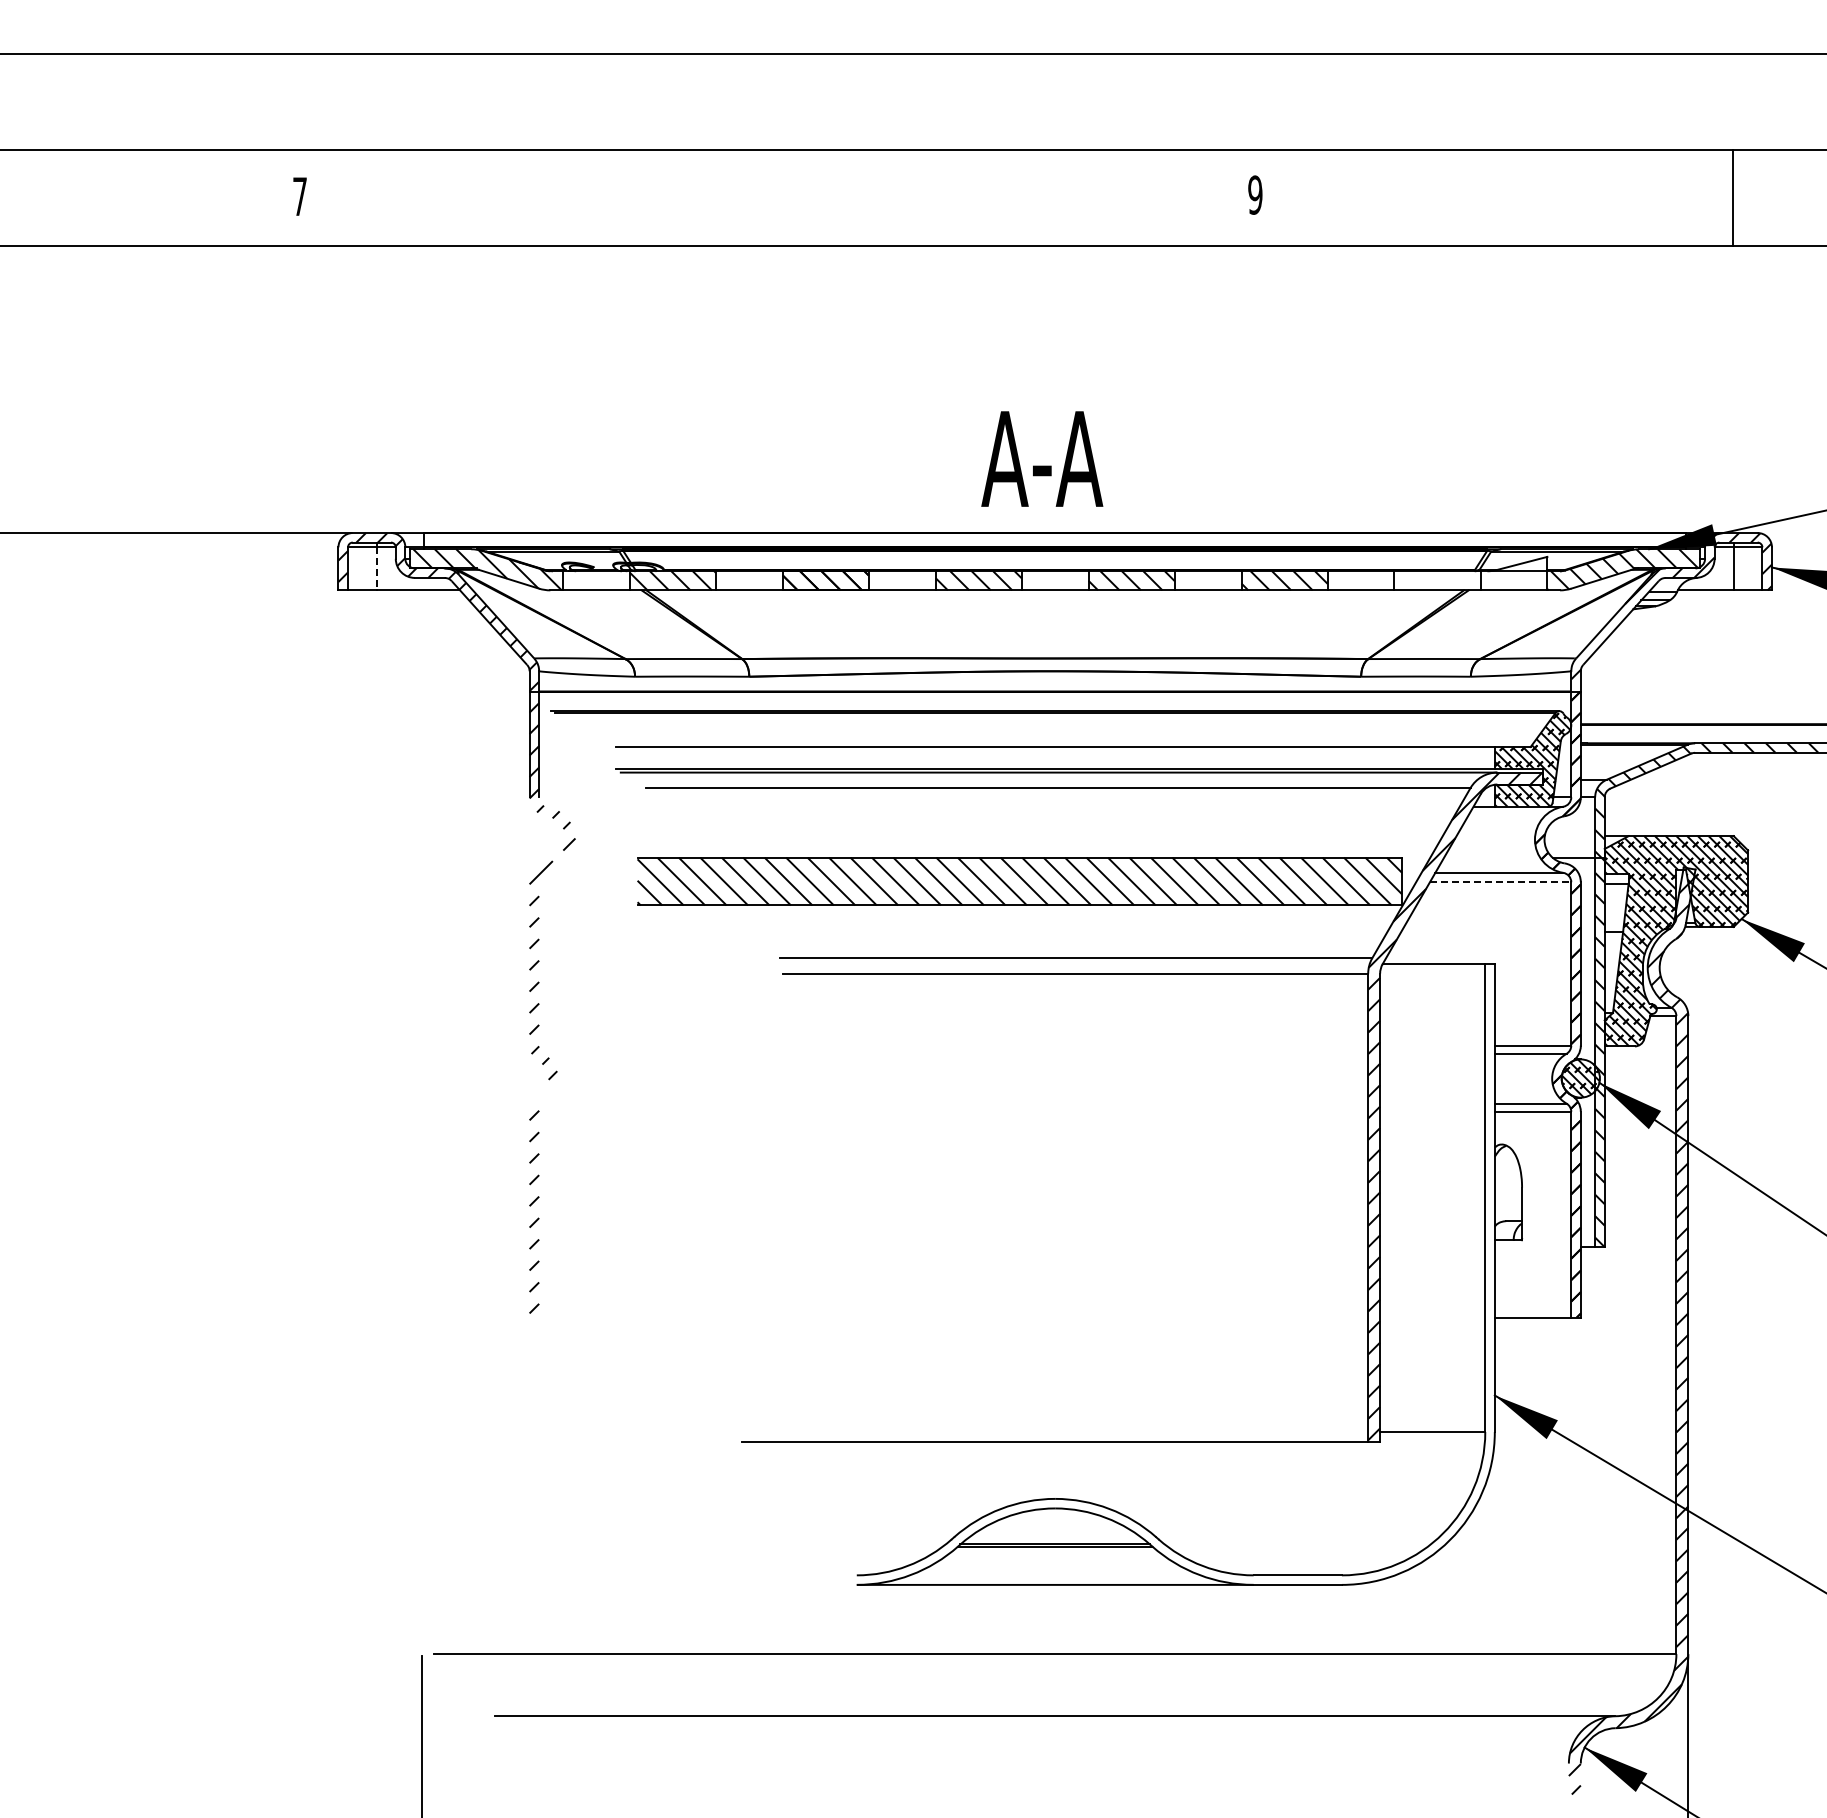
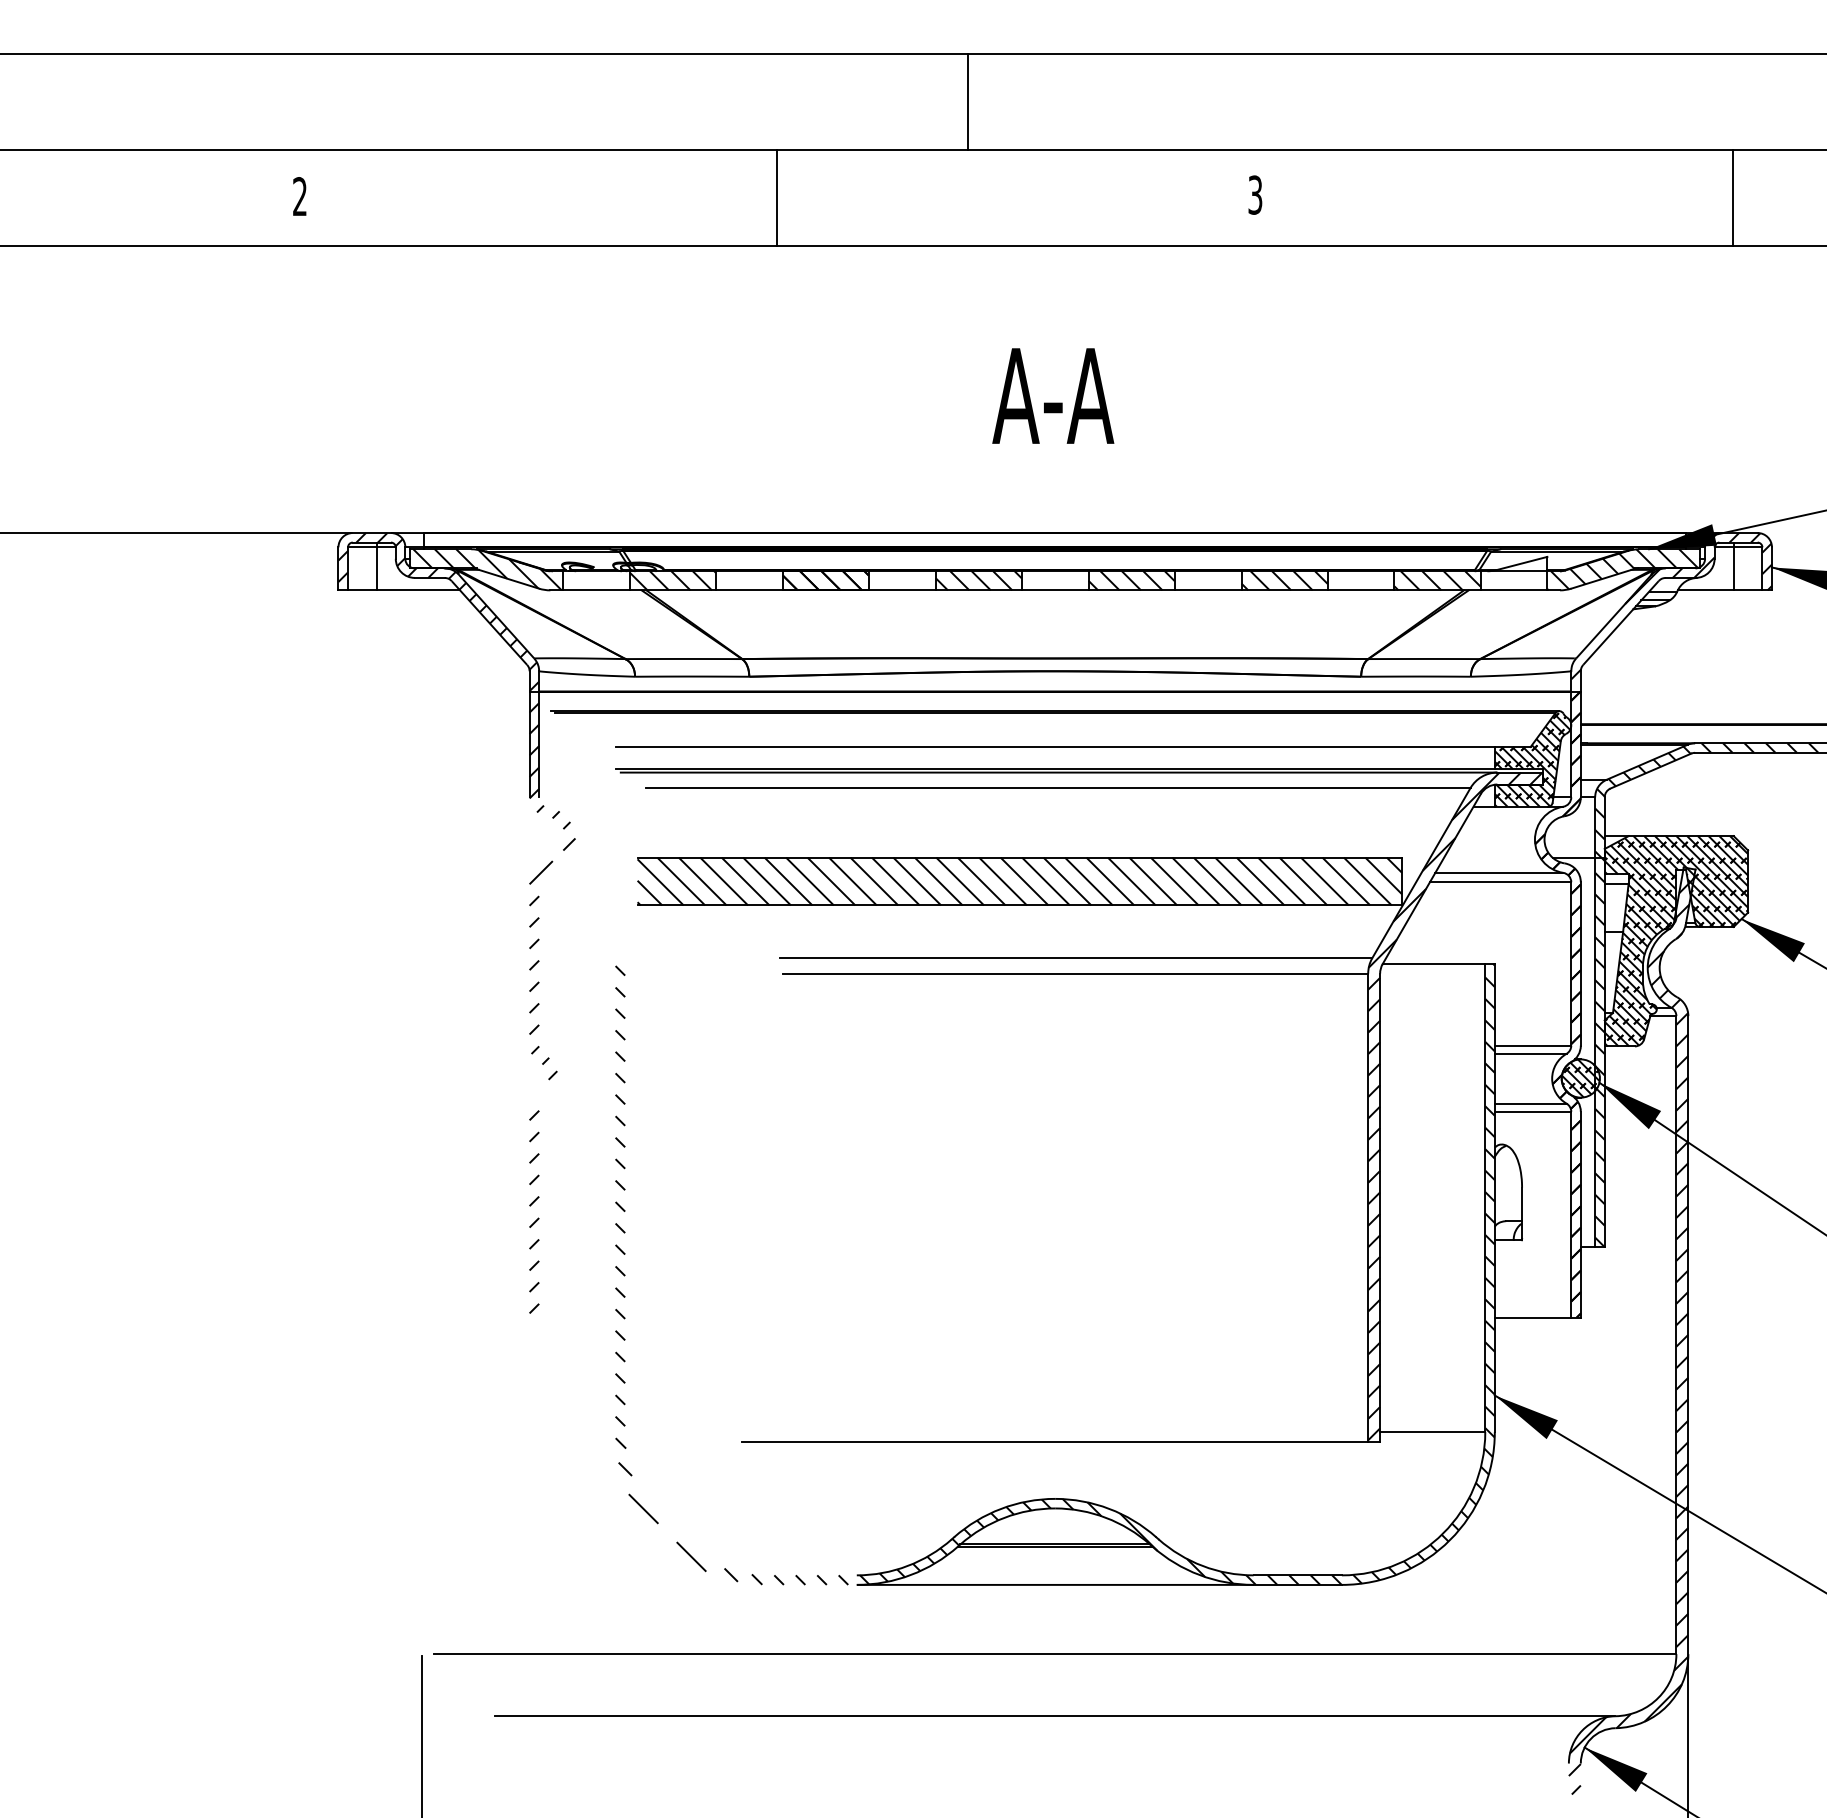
line at (968, 102): none -> present
text at (1255, 194): 9 -> 3
text at (299, 196): 7 -> 2
line at (777, 197): none -> present
text at (1042, 458) position: (1042, 458) -> (1053, 395)
line at (376, 568): dashed -> solid
hatch at (1437, 580): none -> present
line at (1500, 882): dashed -> solid
hatch at (1054, 1273): none -> present
